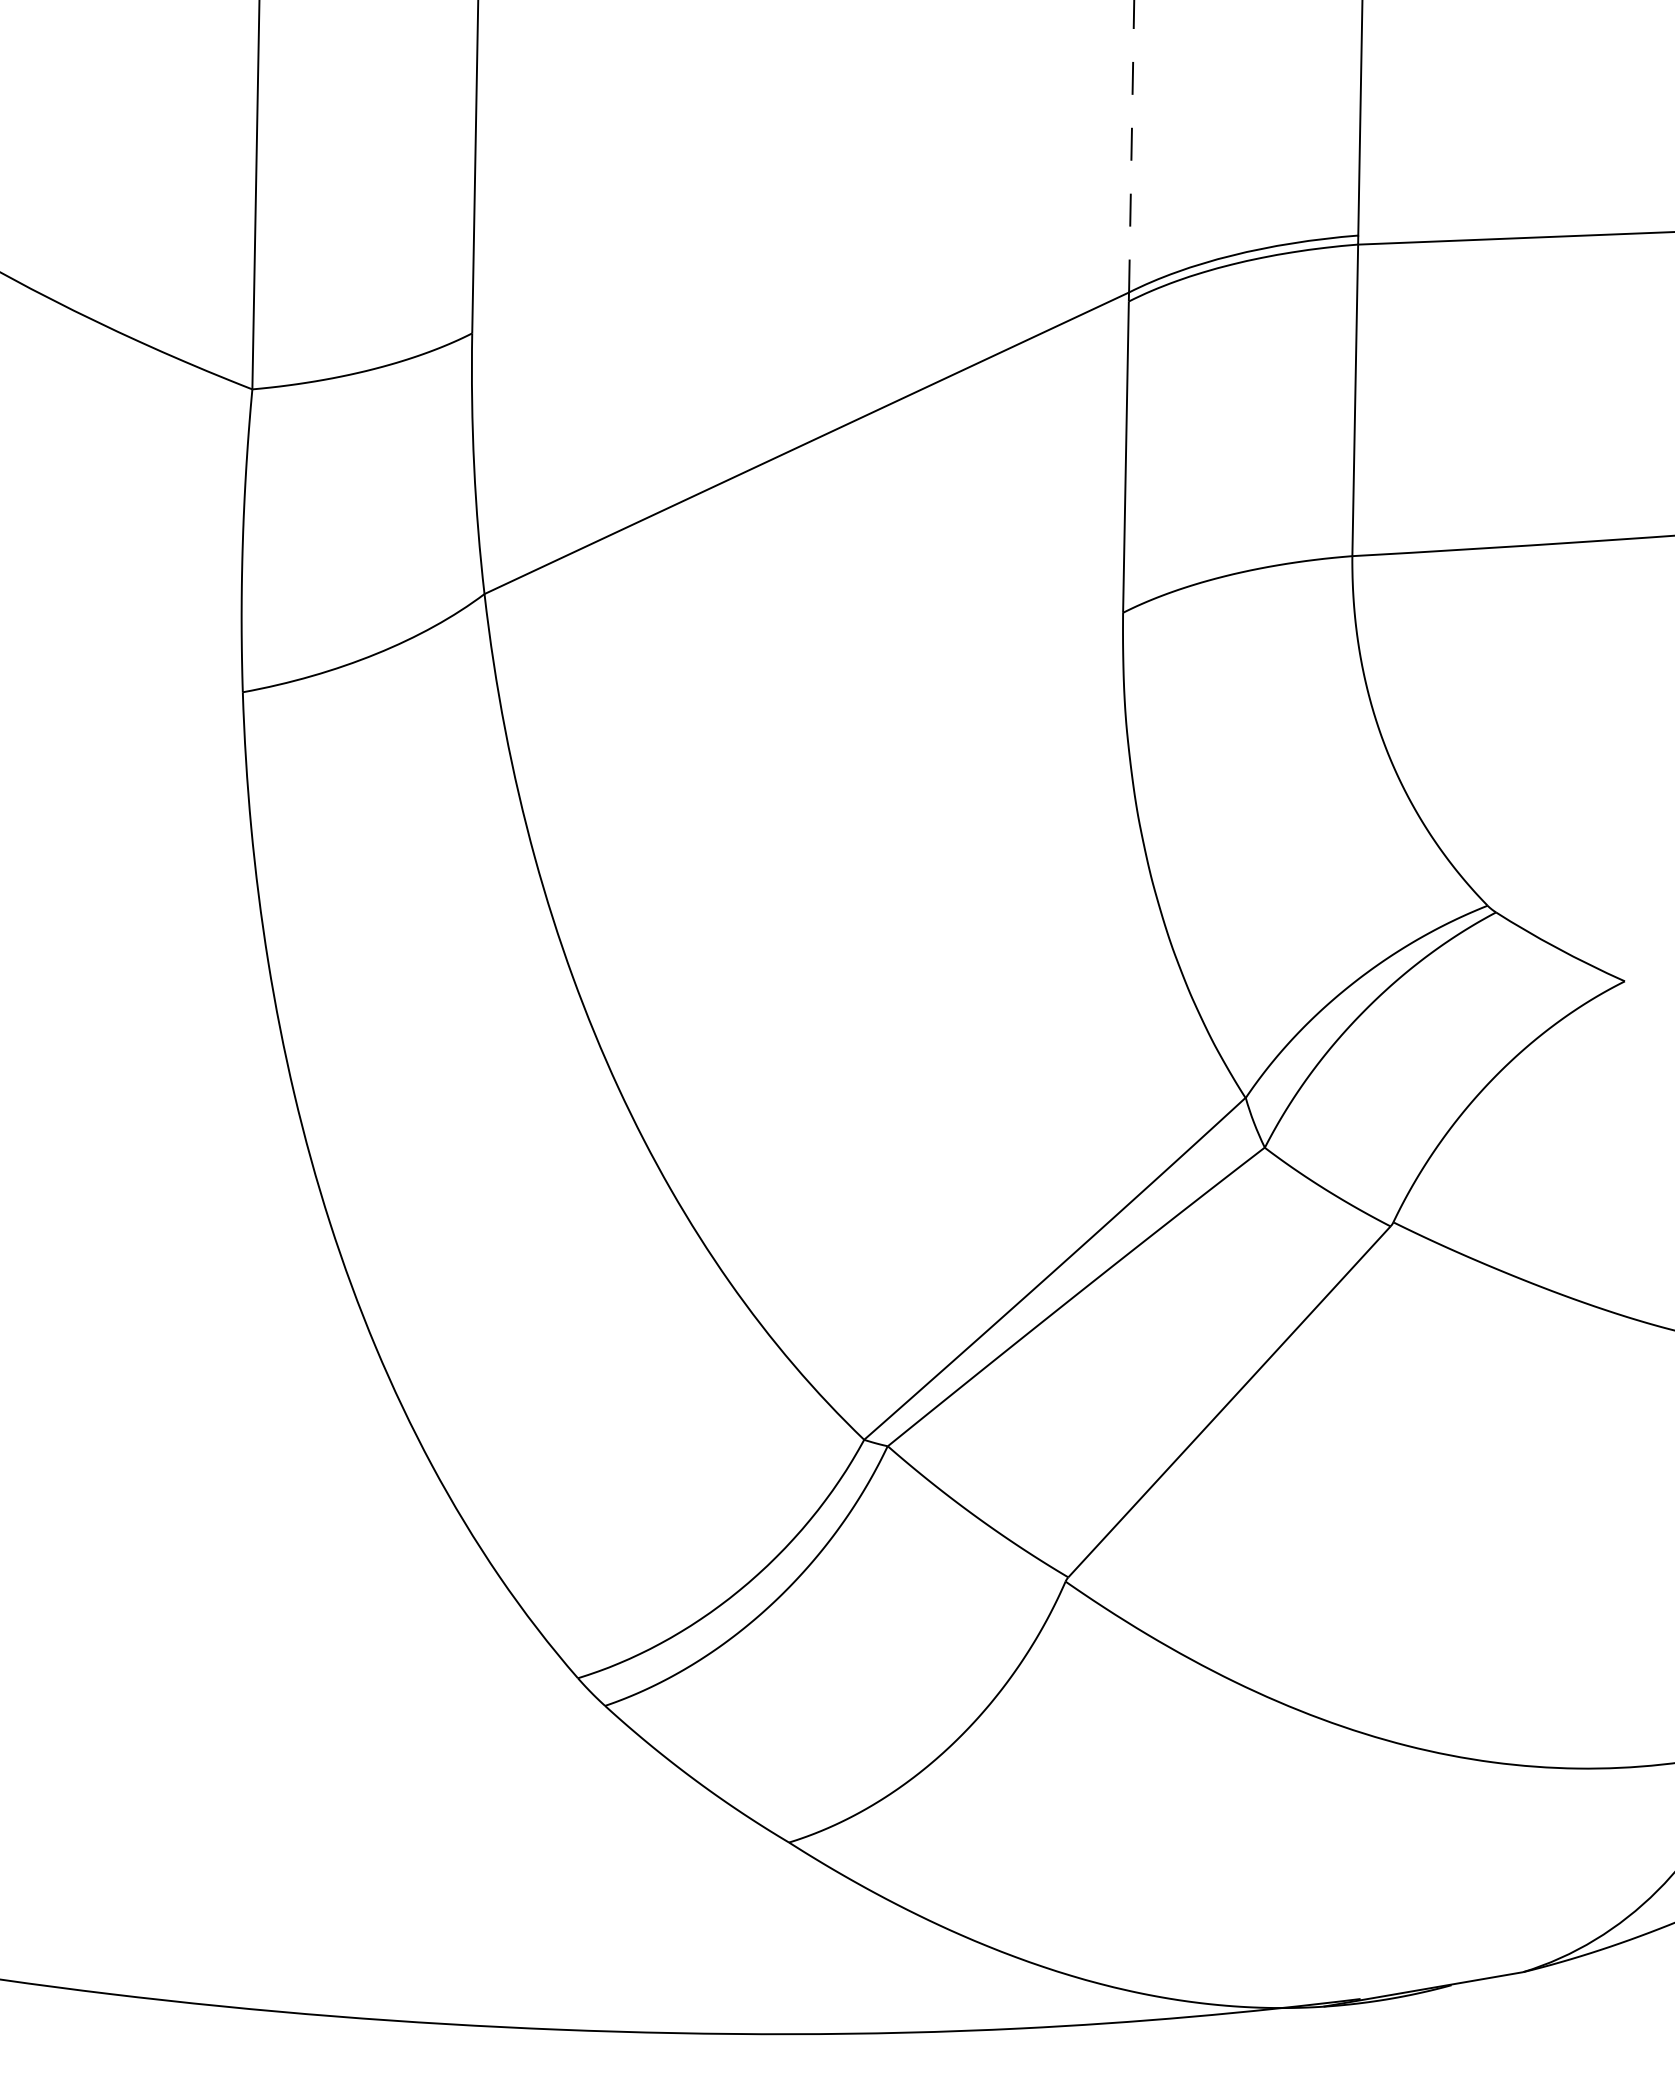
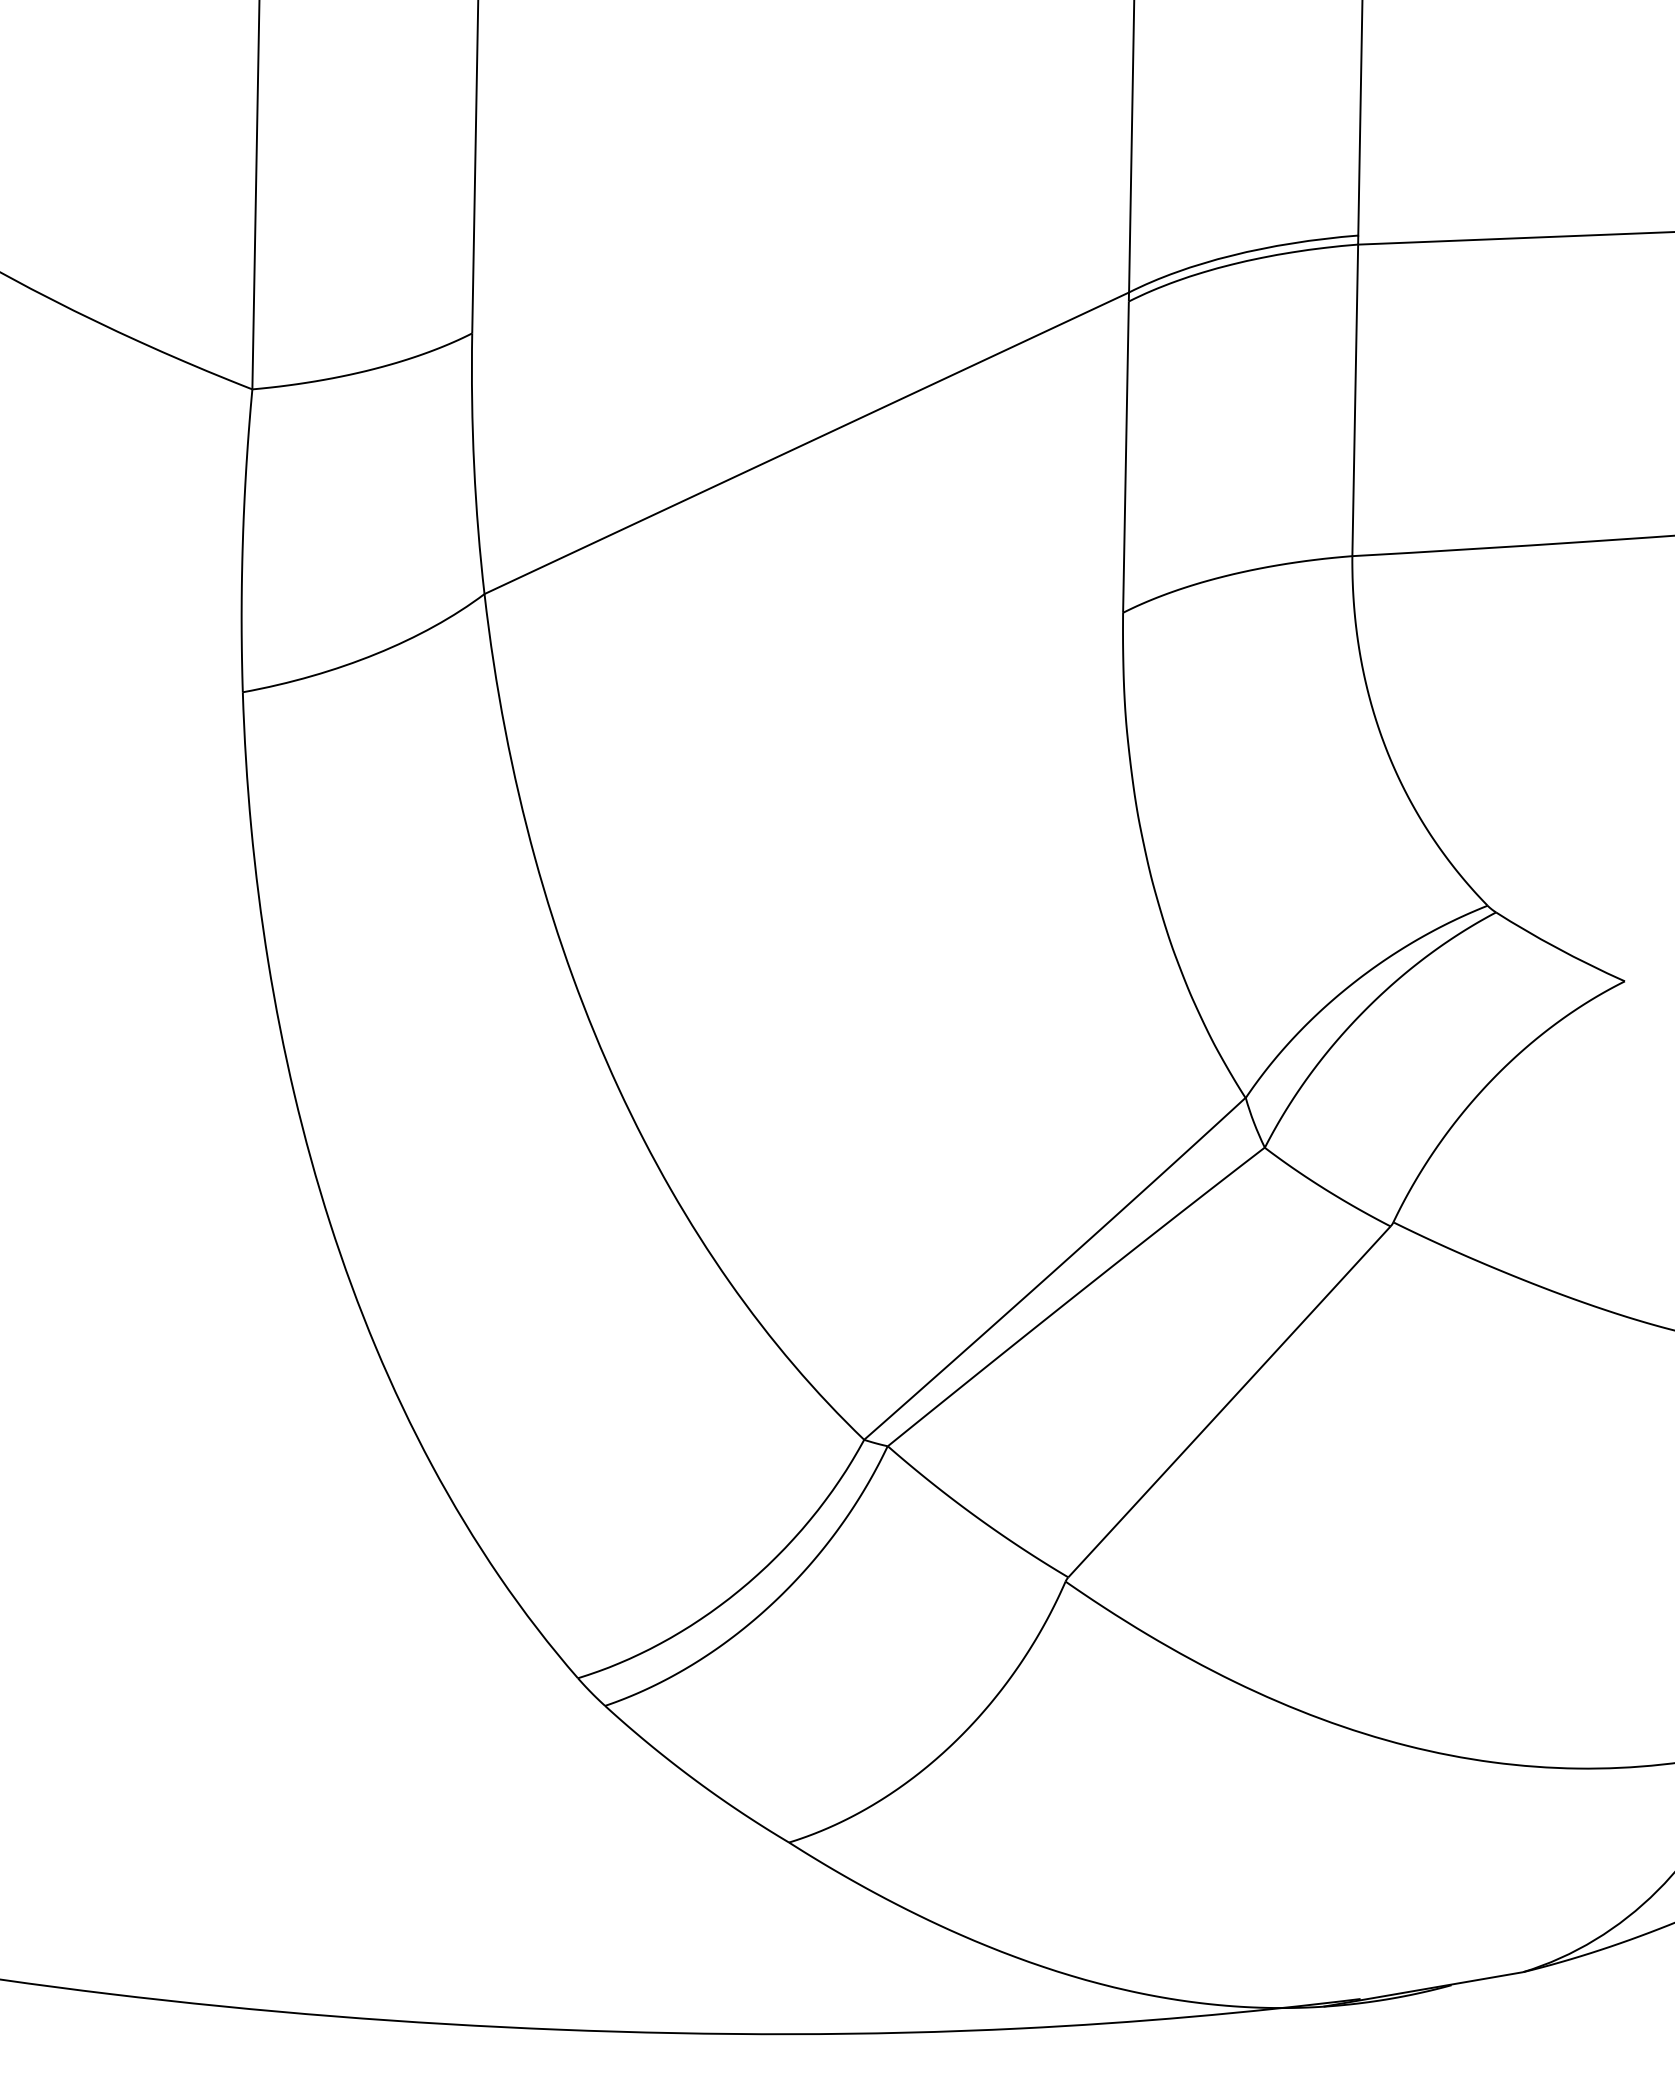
line at (1131, 145): dashed -> solid
